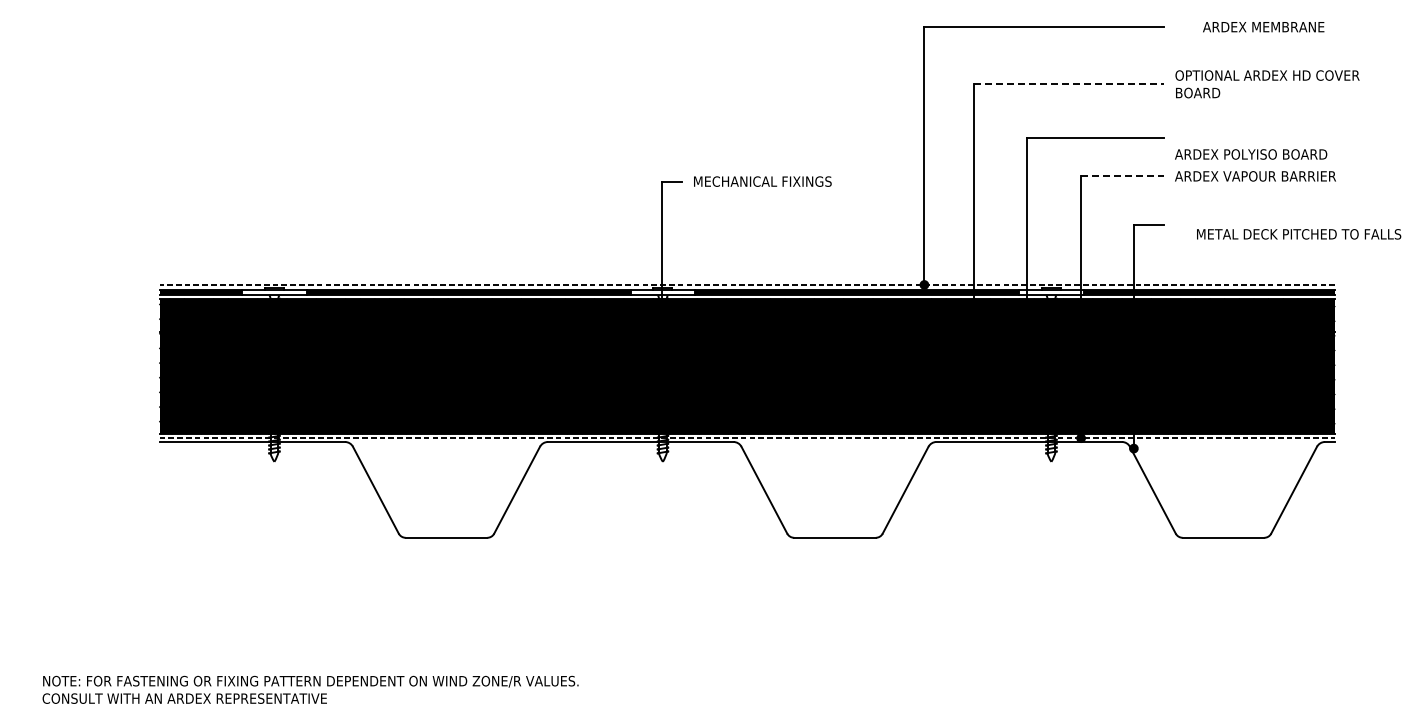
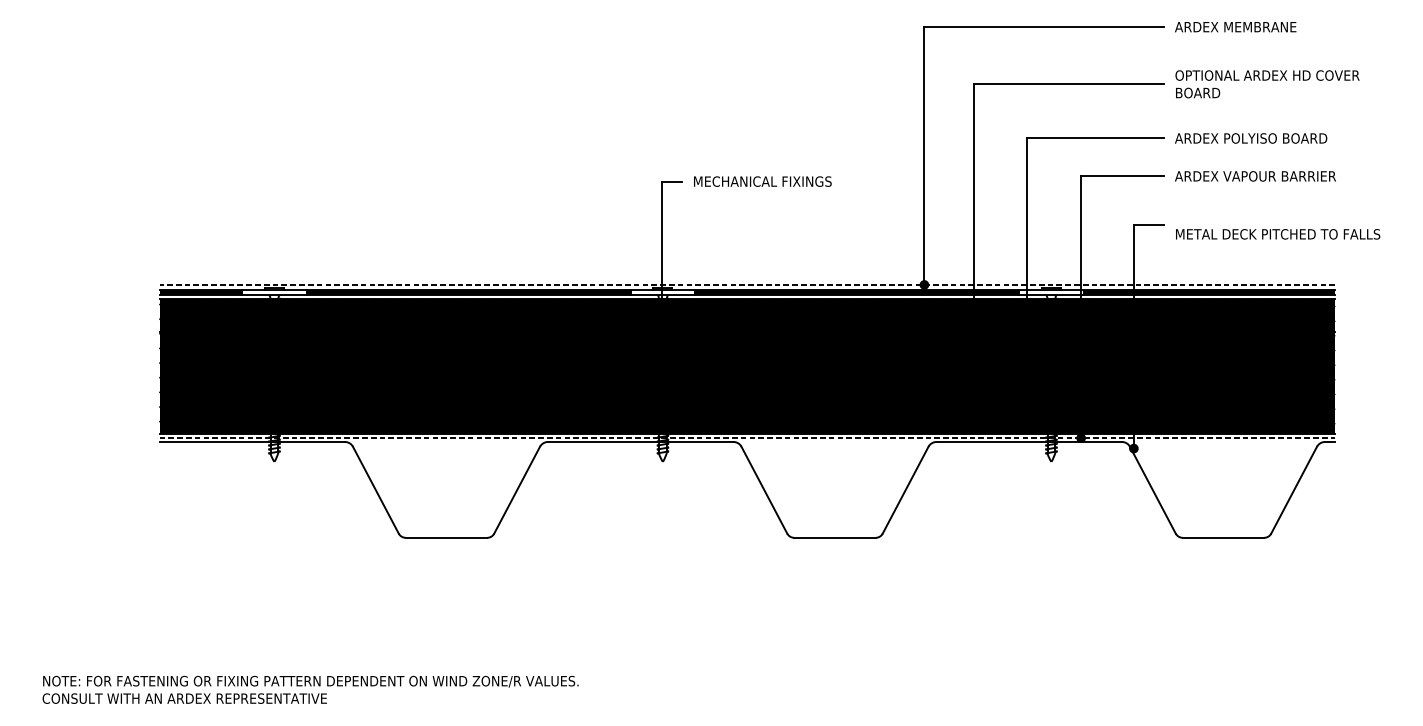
text at (1263, 27) position: (1263, 27) -> (1235, 27)
line at (1069, 84): dashed -> solid
text at (1251, 154) position: (1251, 154) -> (1251, 138)
line at (1122, 176): dashed -> solid
text at (1299, 234) position: (1299, 234) -> (1278, 234)
